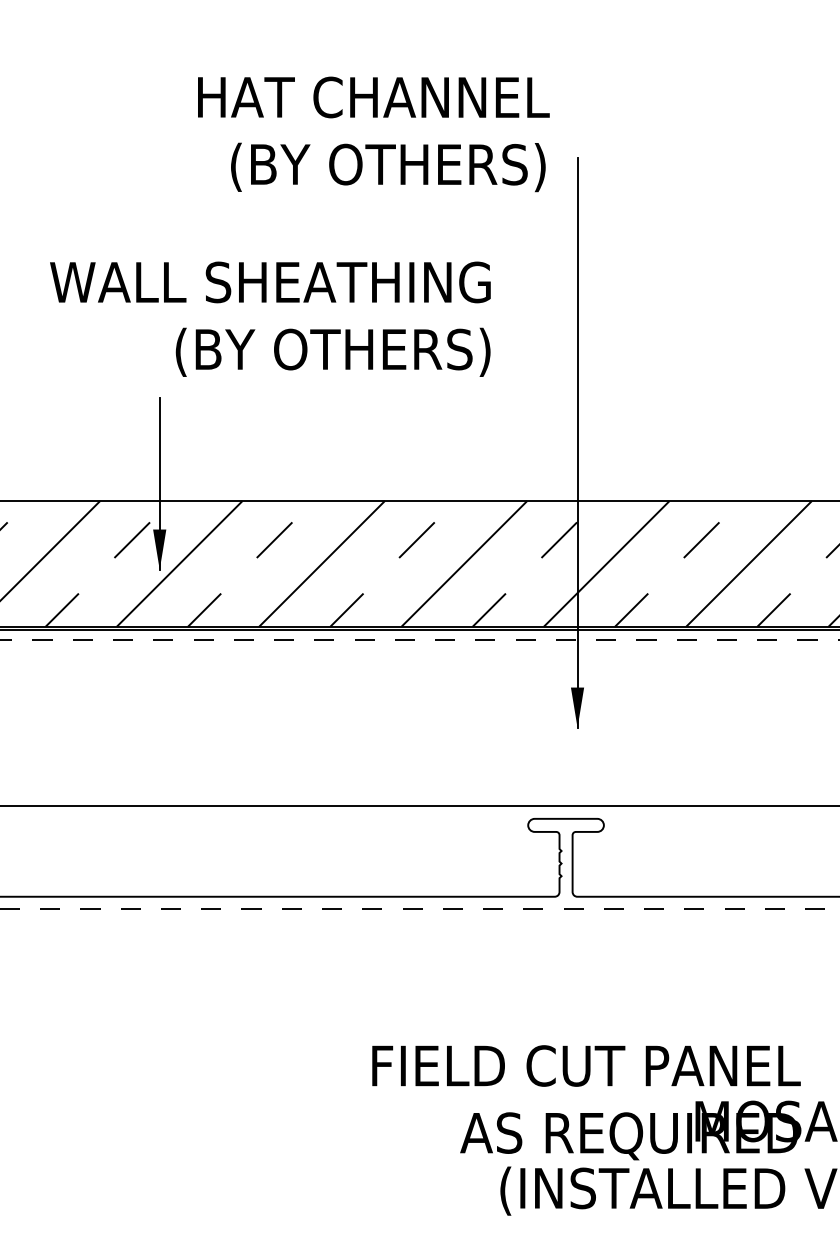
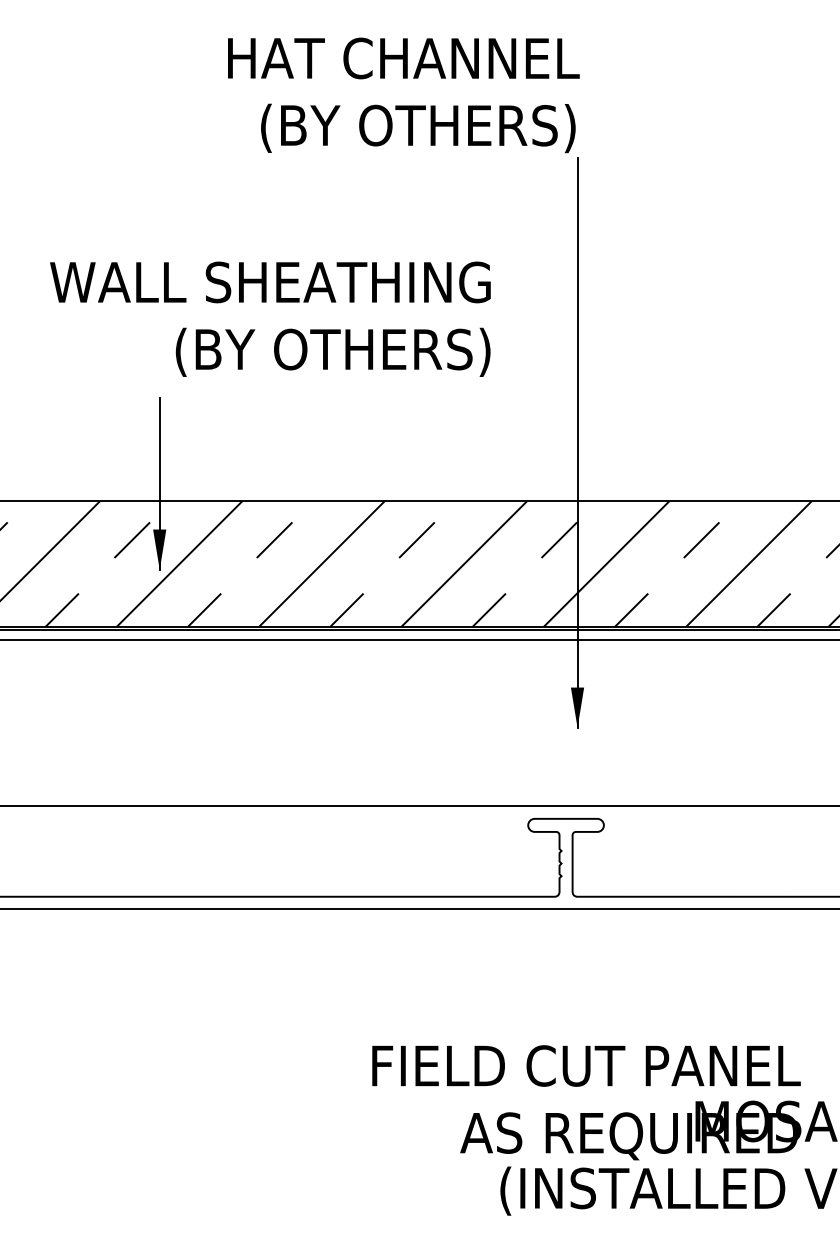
text at (373, 134) position: (373, 134) -> (403, 95)
line at (420, 640): dashed -> solid
line at (419, 909): dashed -> solid
